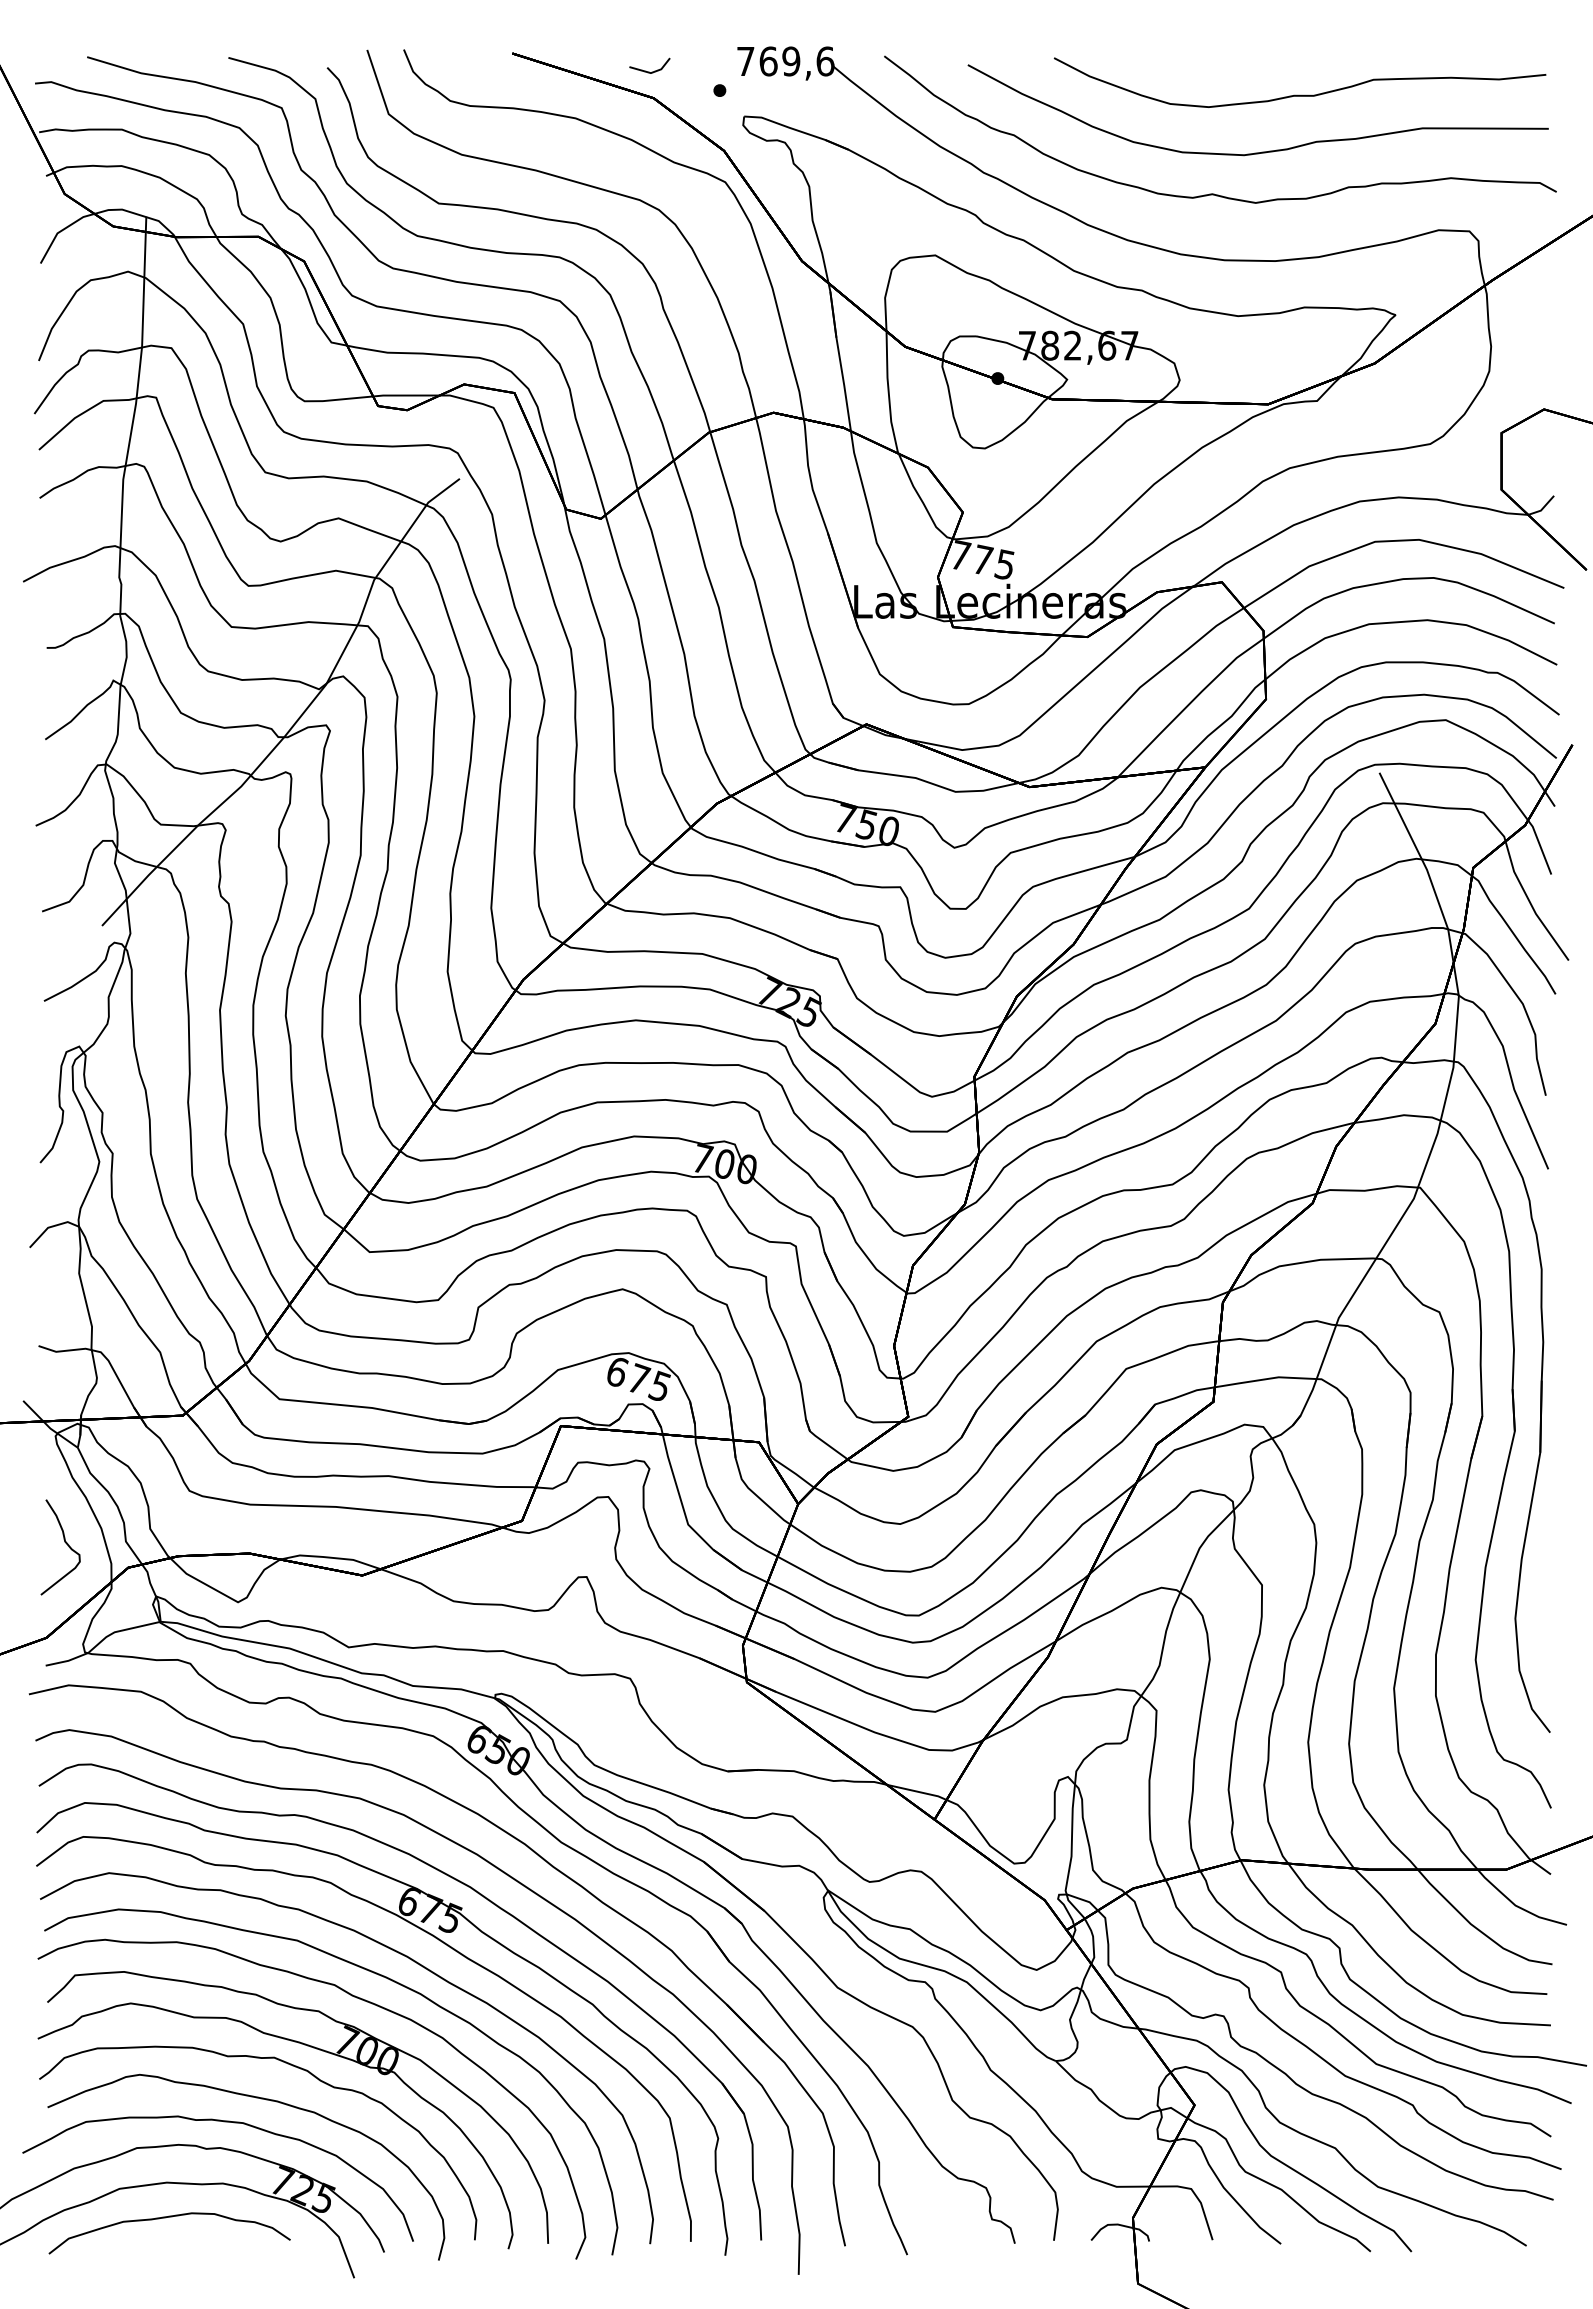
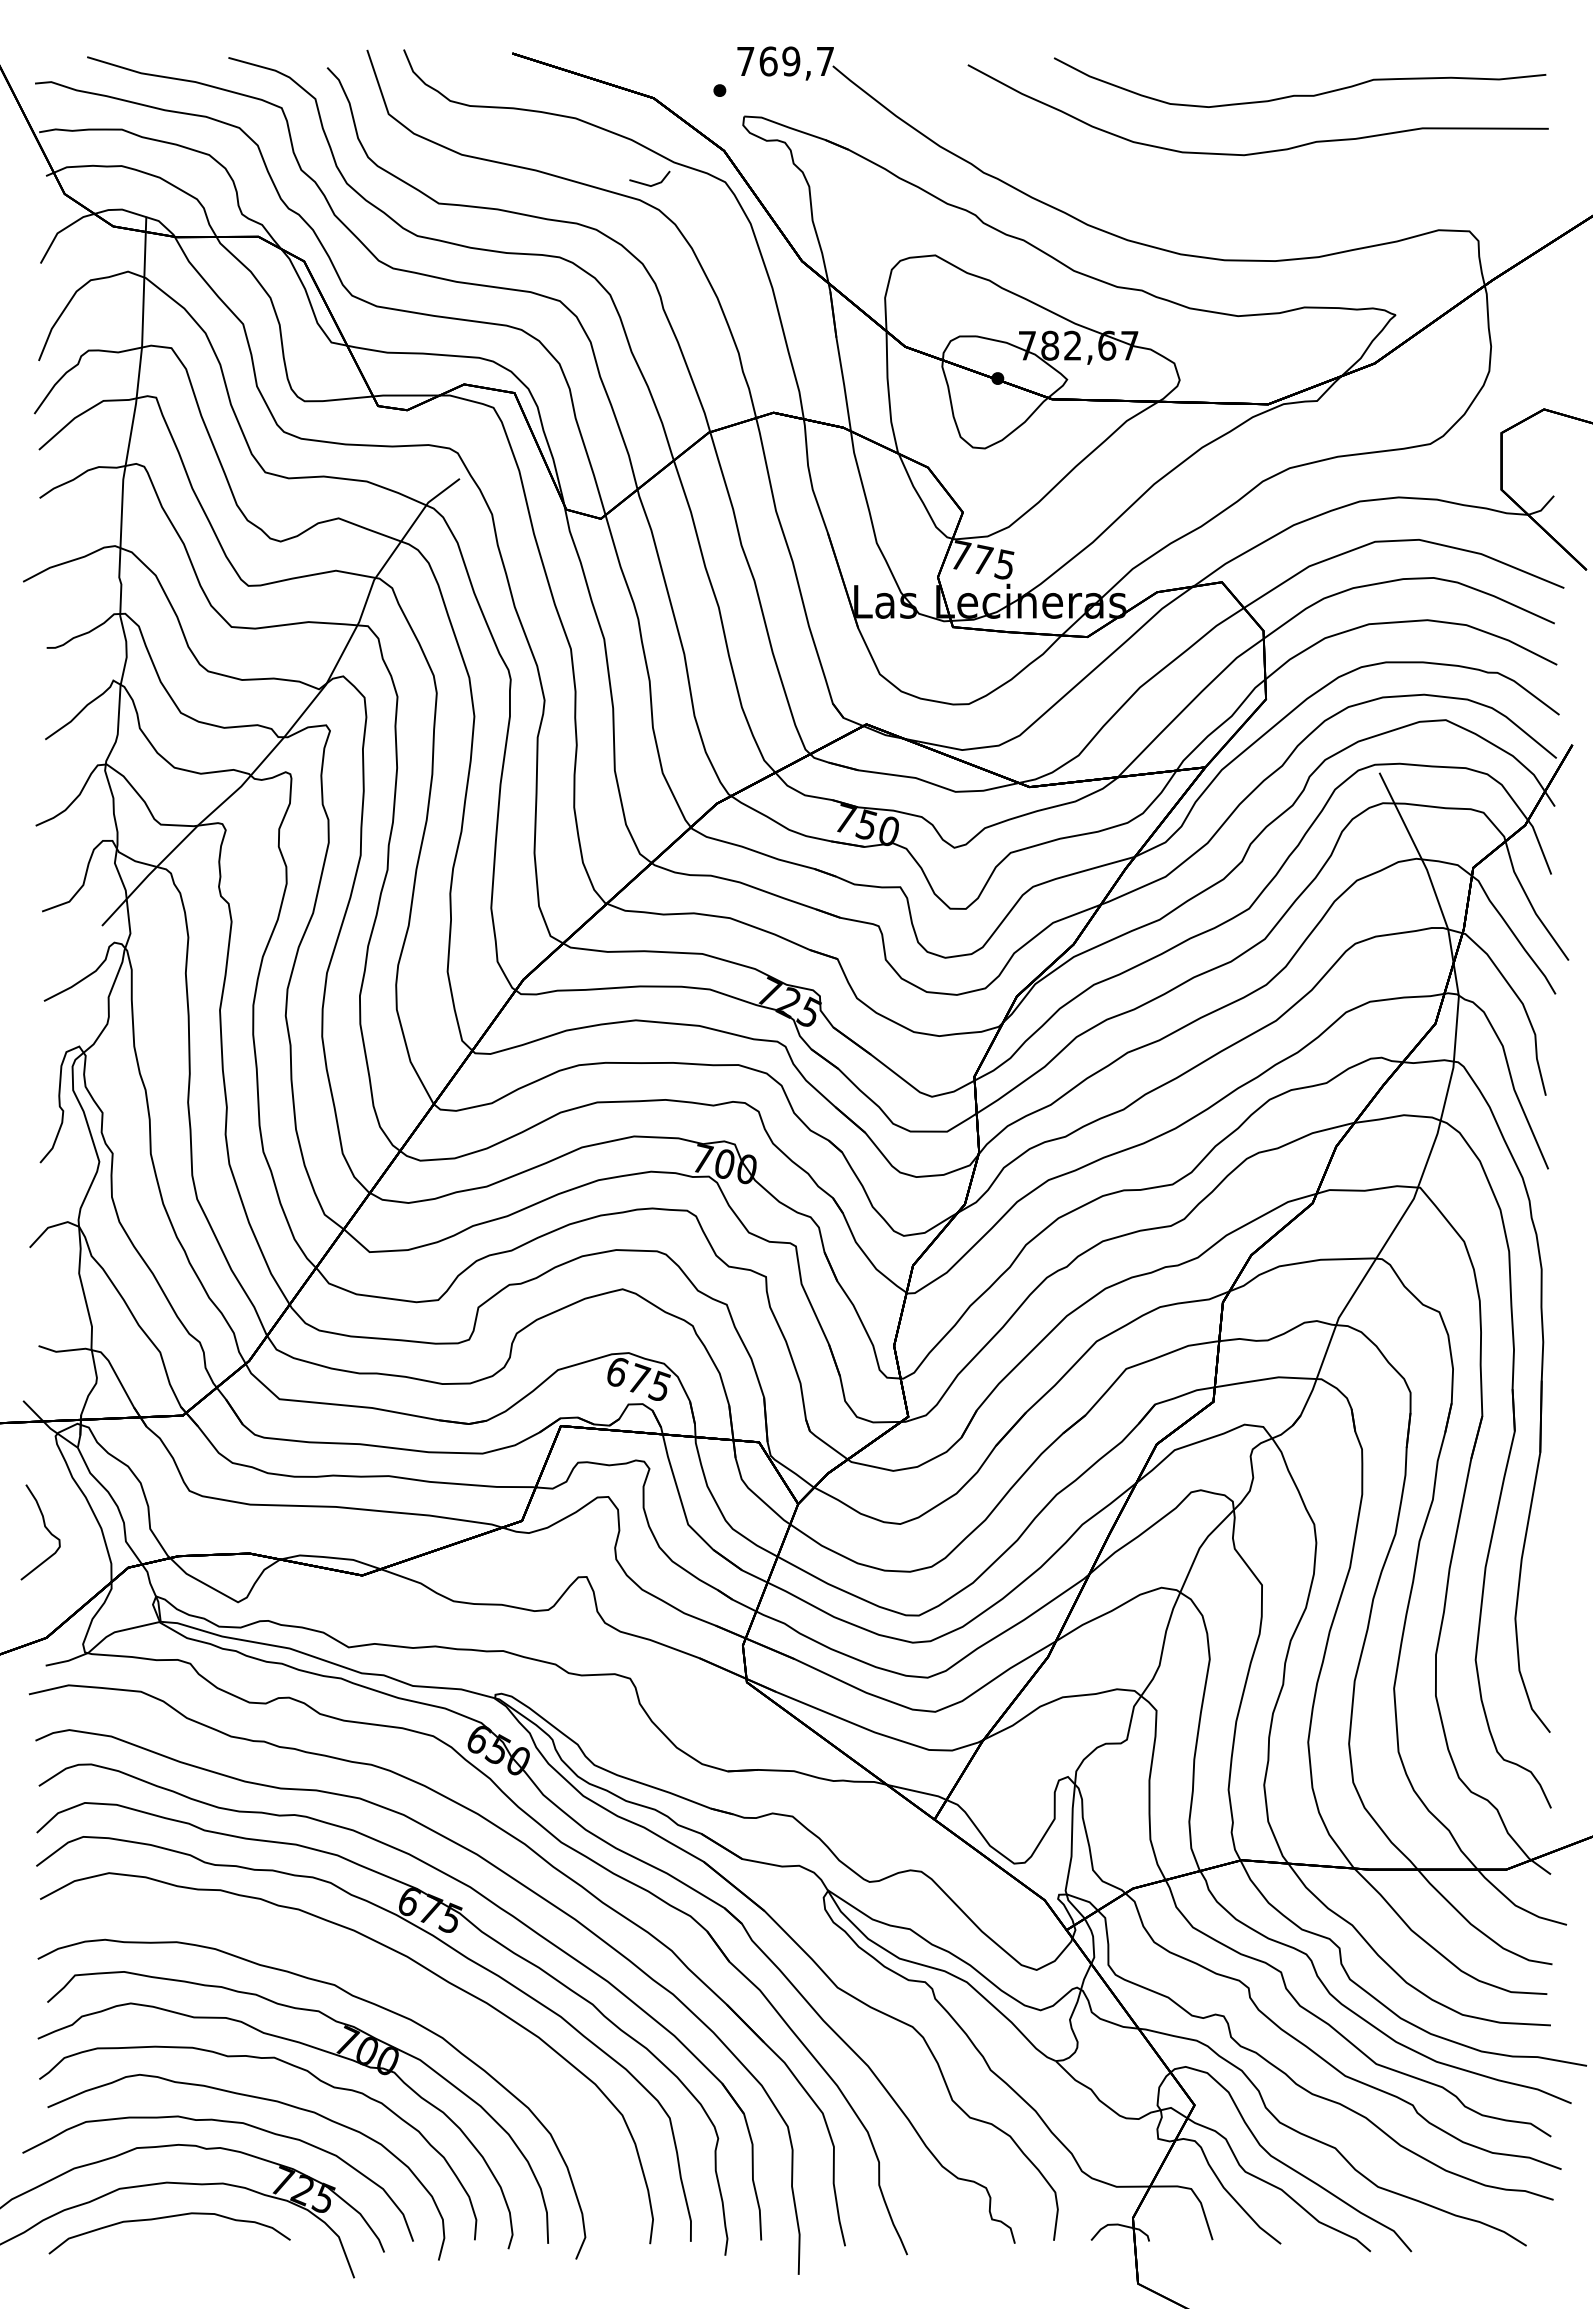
text at (825, 61): 769,6 -> 769,7
line at (649, 71) position: (649, 71) -> (649, 184)
curve at (1214, 193): present -> none
curve at (64, 1542) position: (64, 1542) -> (44, 1527)
curve at (375, 1974): present -> none
